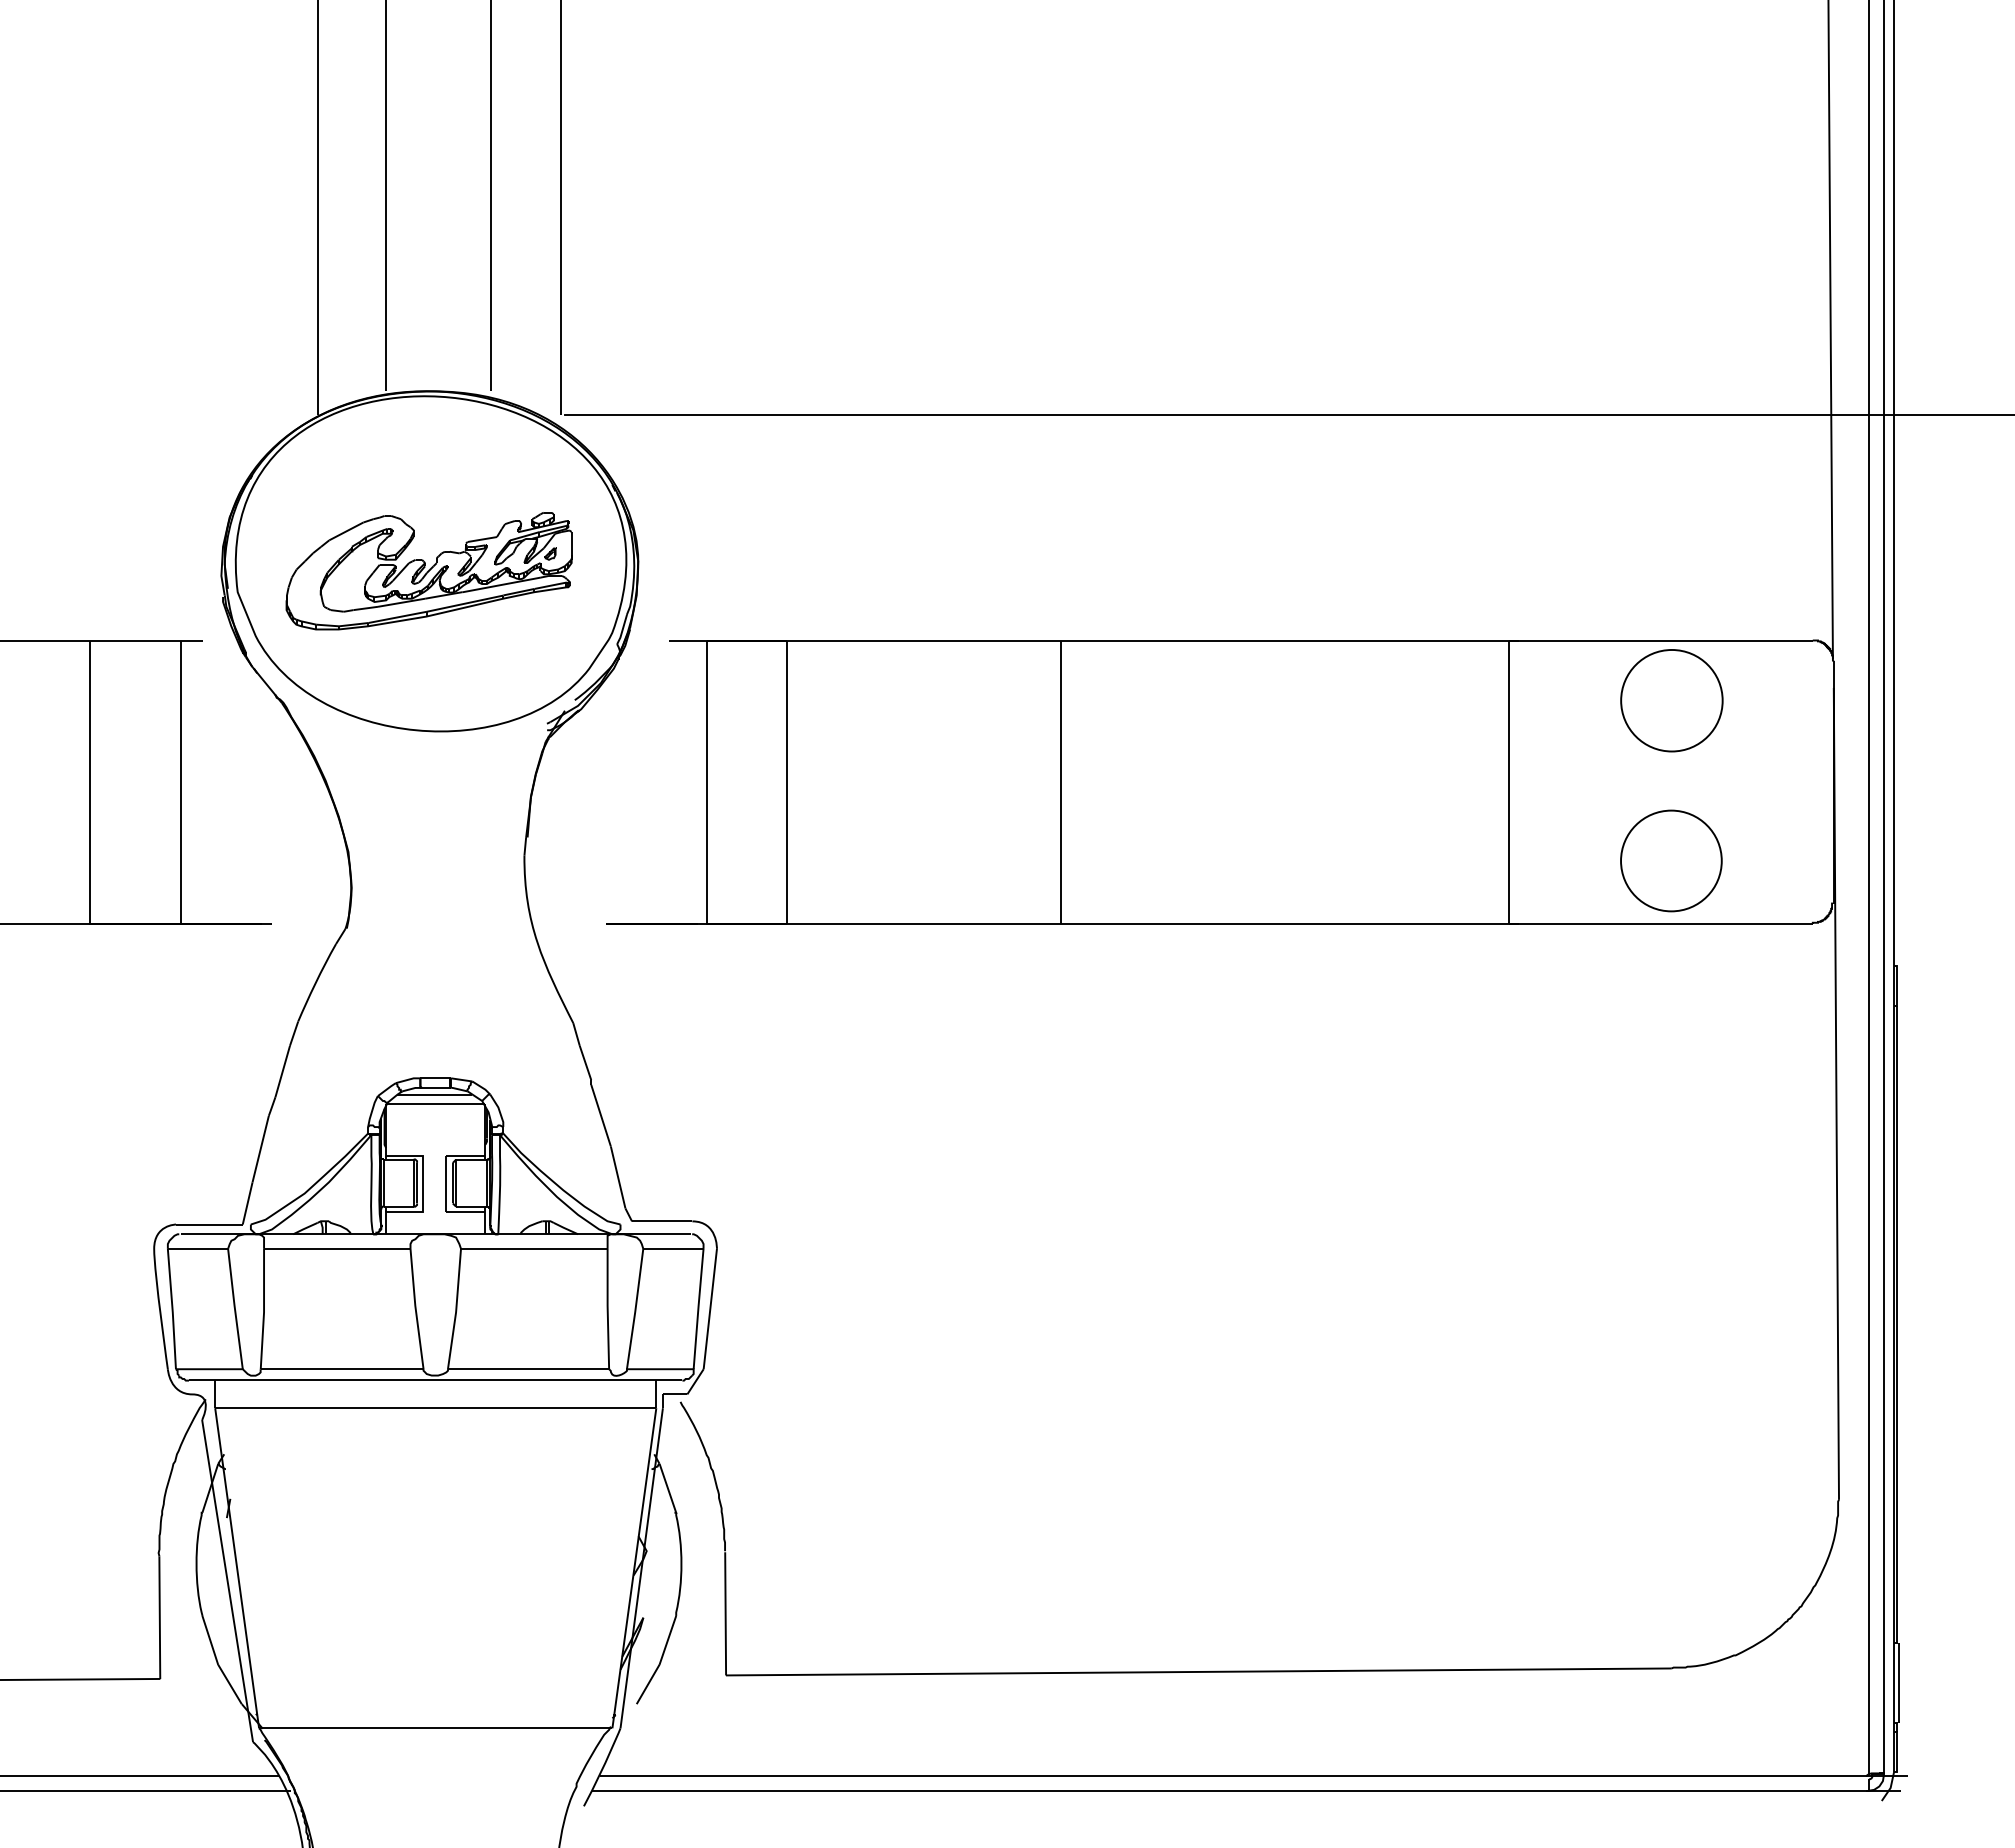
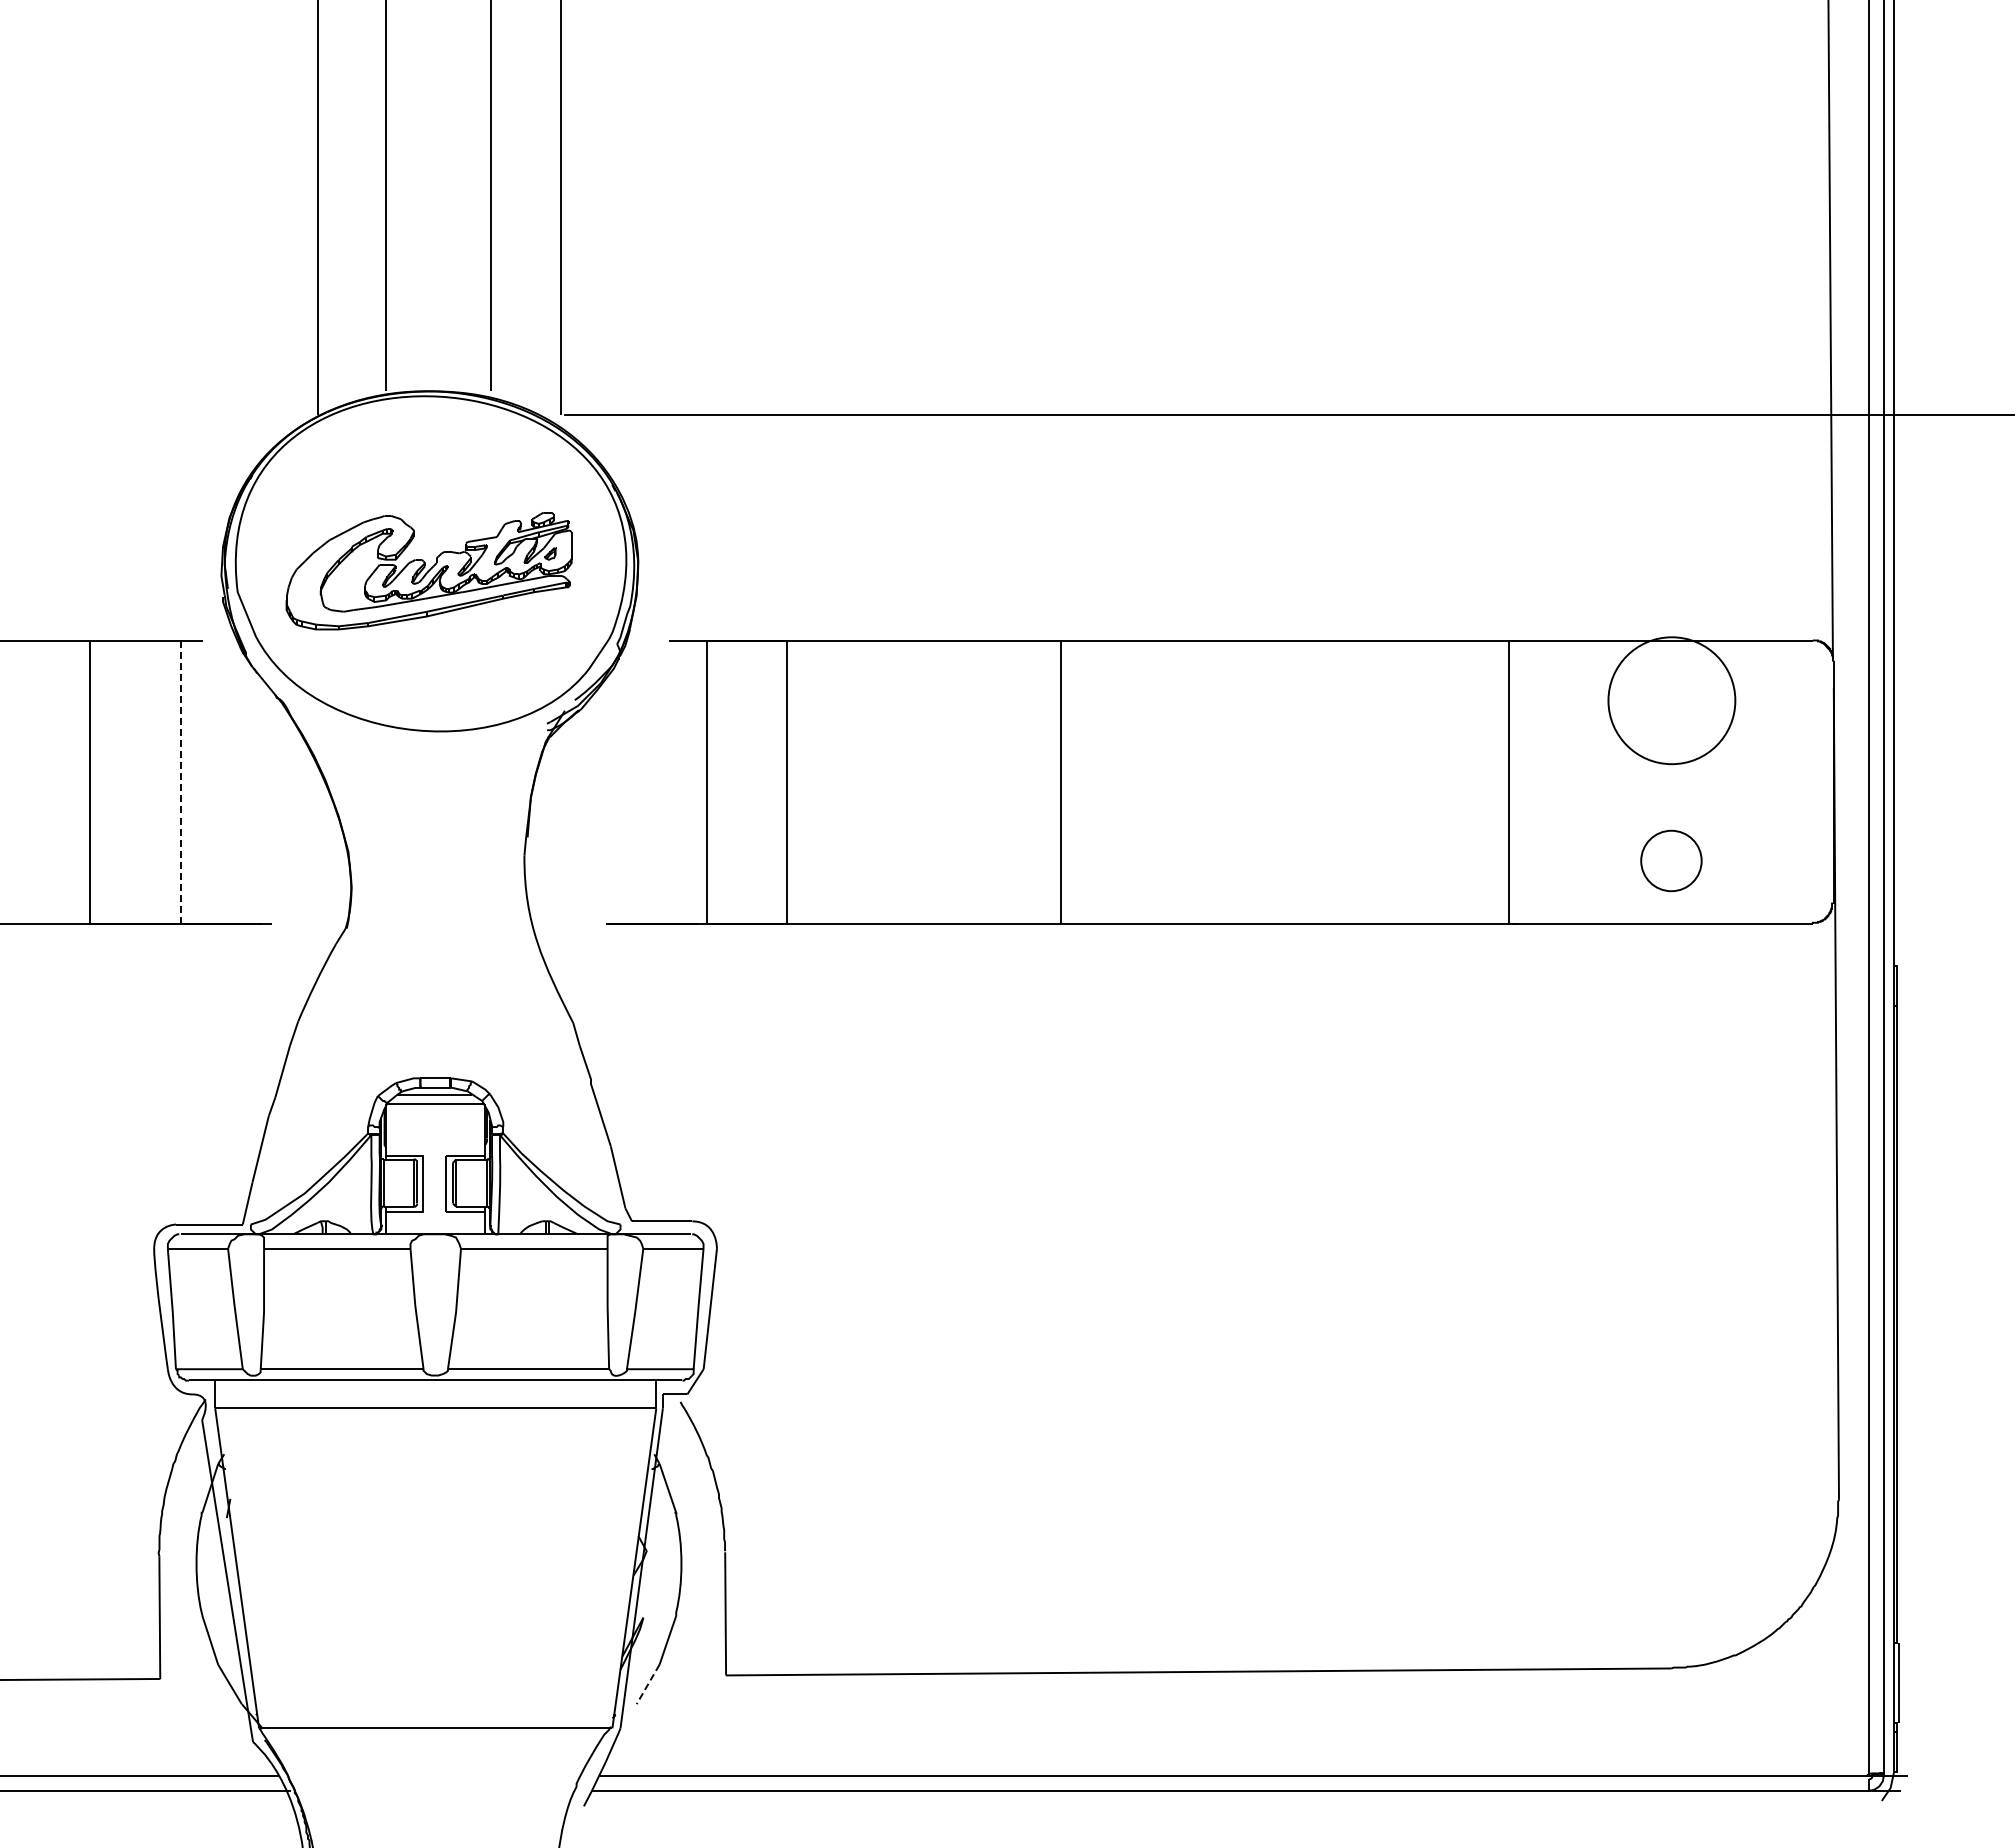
circle at (1671, 700) diameter: 102 px -> 127 px
line at (180, 783): solid -> dashed
circle at (1671, 860) size: 103x104 px -> 63x64 px
line at (648, 1684): solid -> dashed
